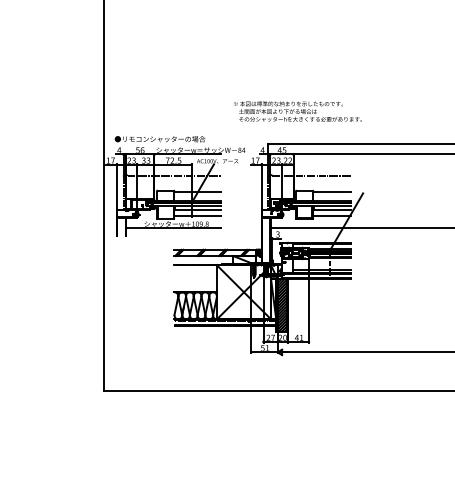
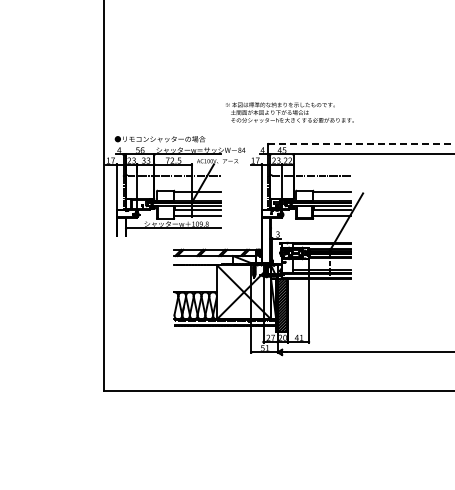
text at (297, 111) position: (297, 111) -> (289, 112)
line at (361, 144): solid -> dashed
line at (360, 228): present -> none
